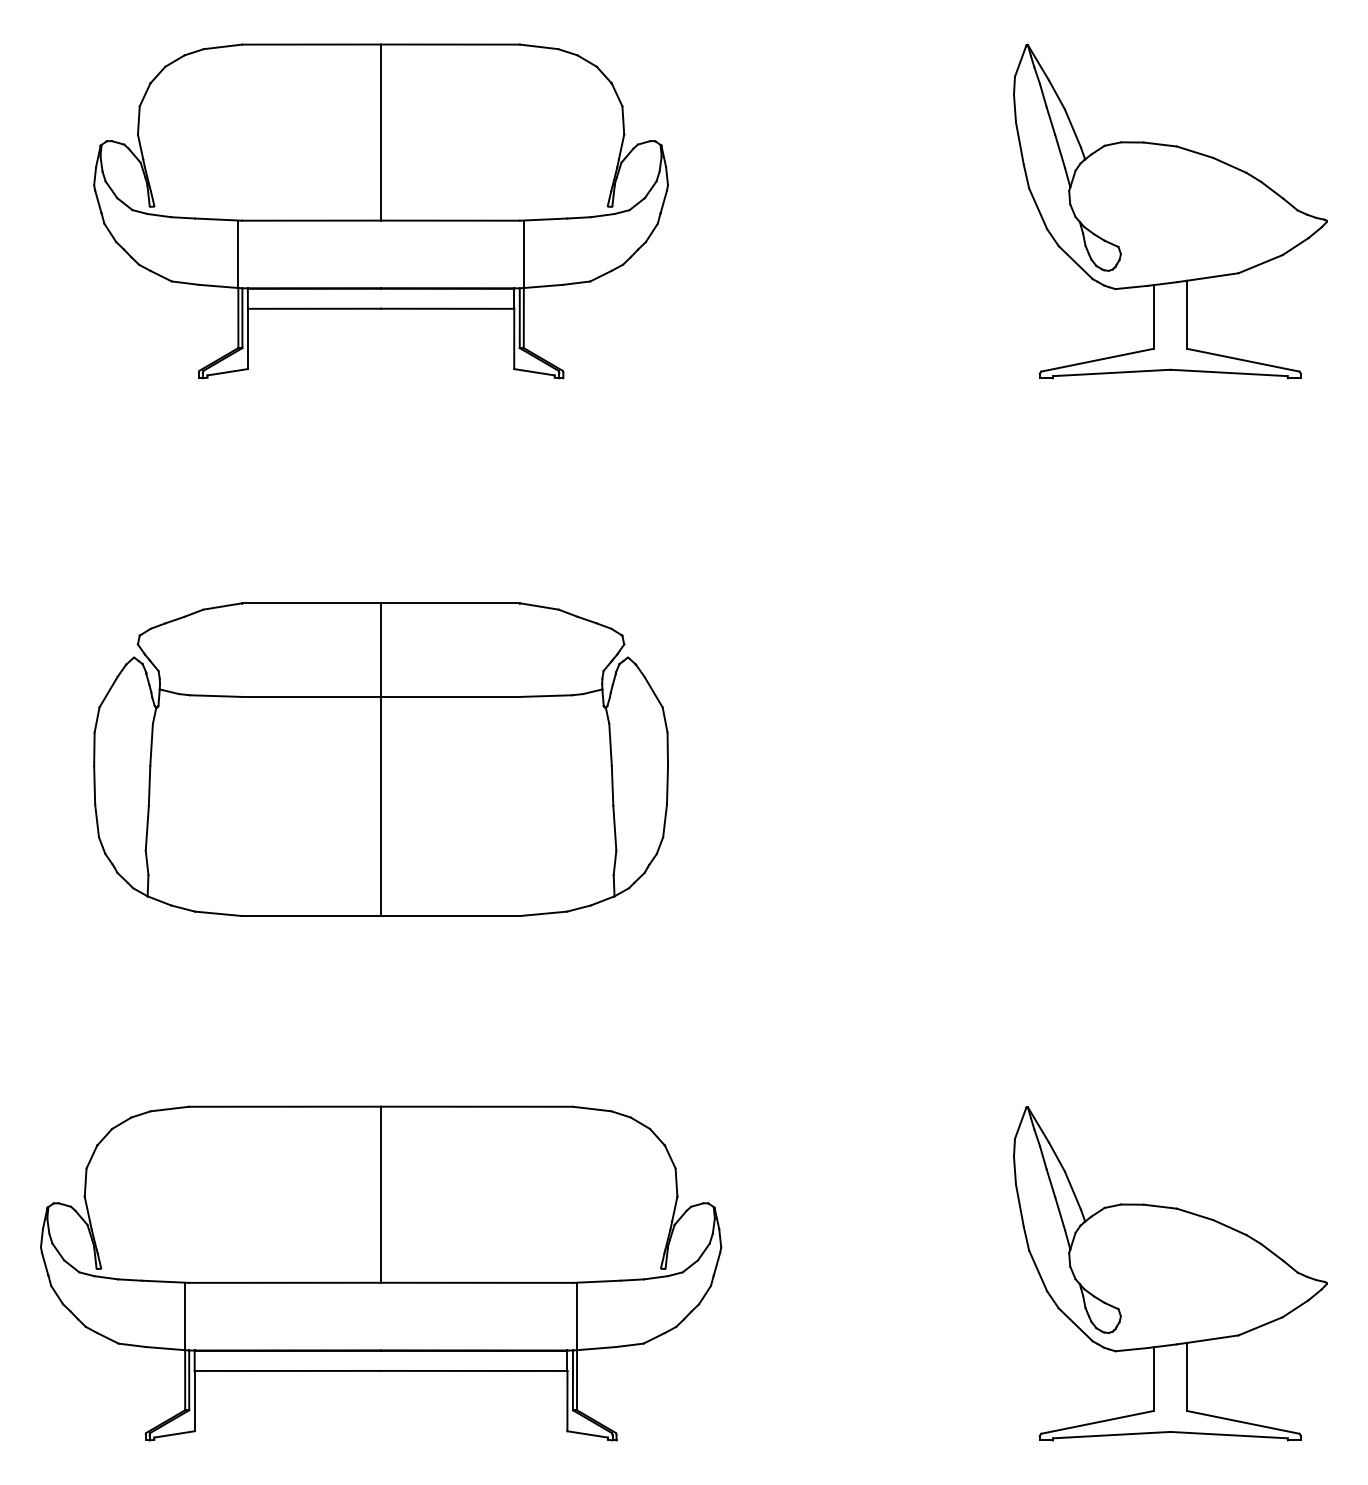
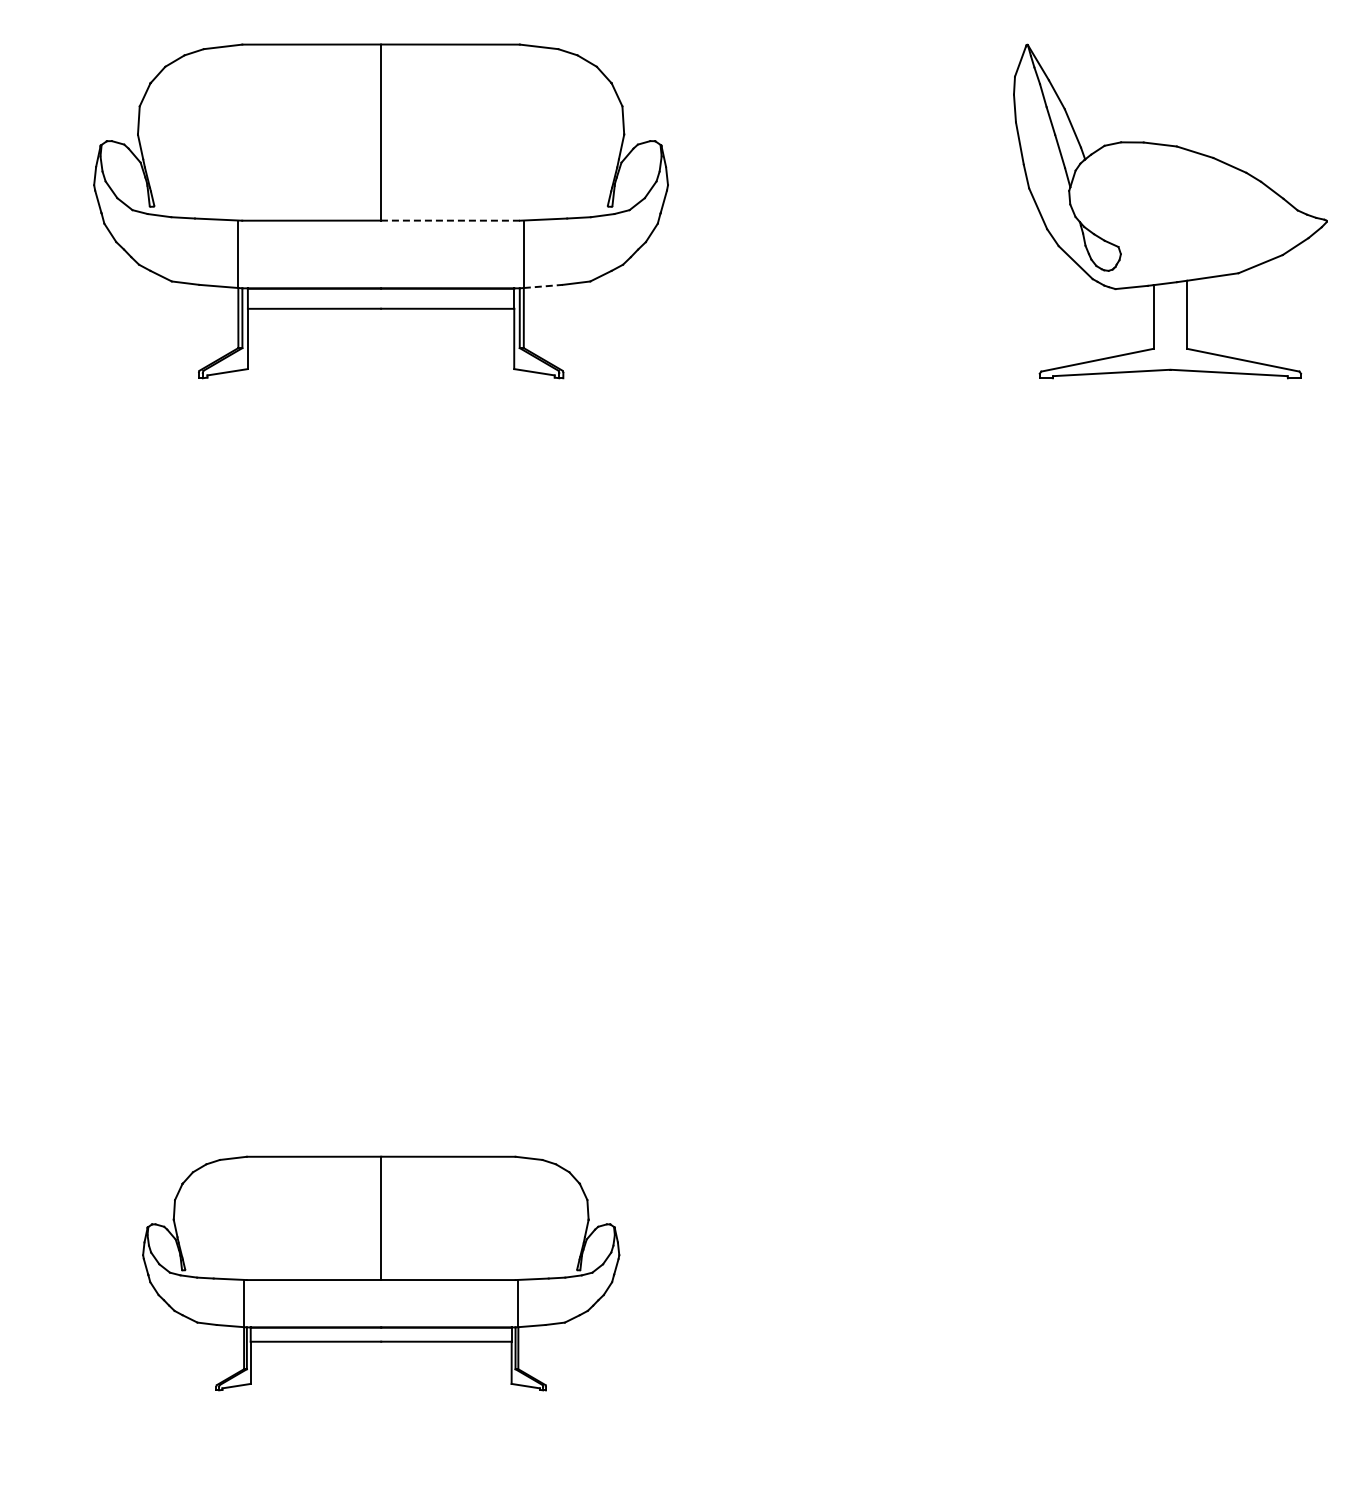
line at (450, 220): solid -> dashed
line at (543, 286): solid -> dashed
part at (380, 759): present -> none
part at (381, 1273) size: 683x337 px -> 479x237 px
part at (1170, 1273): present -> none
